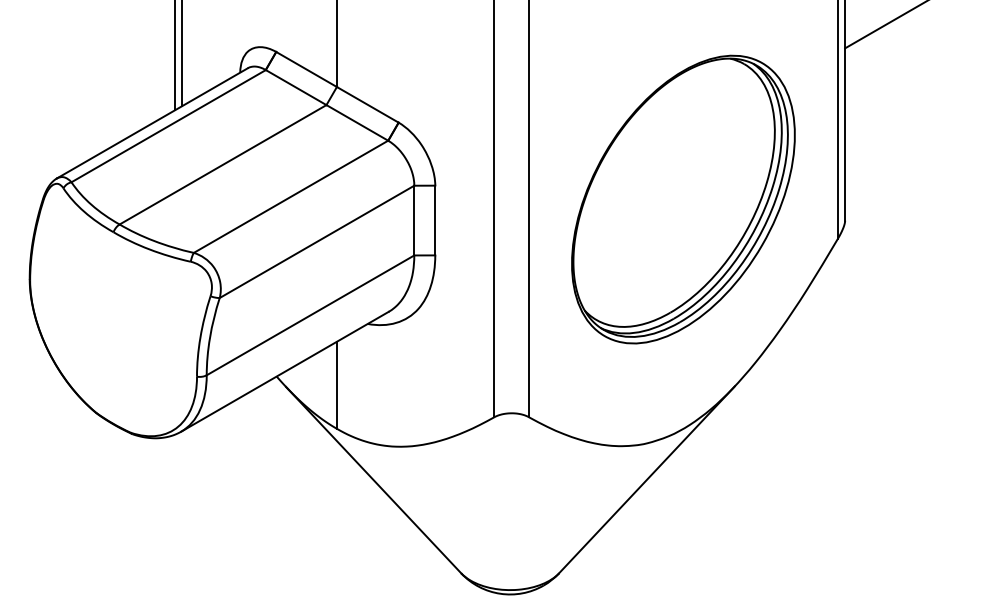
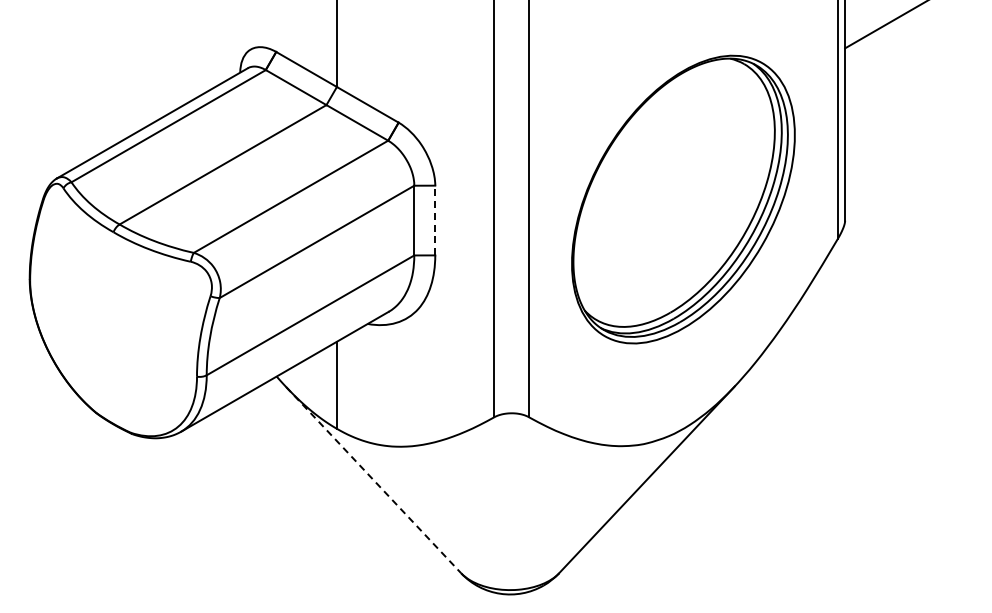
line at (182, 54): present -> none
line at (175, 56): present -> none
line at (435, 220): solid -> dashed
line at (373, 480): solid -> dashed
